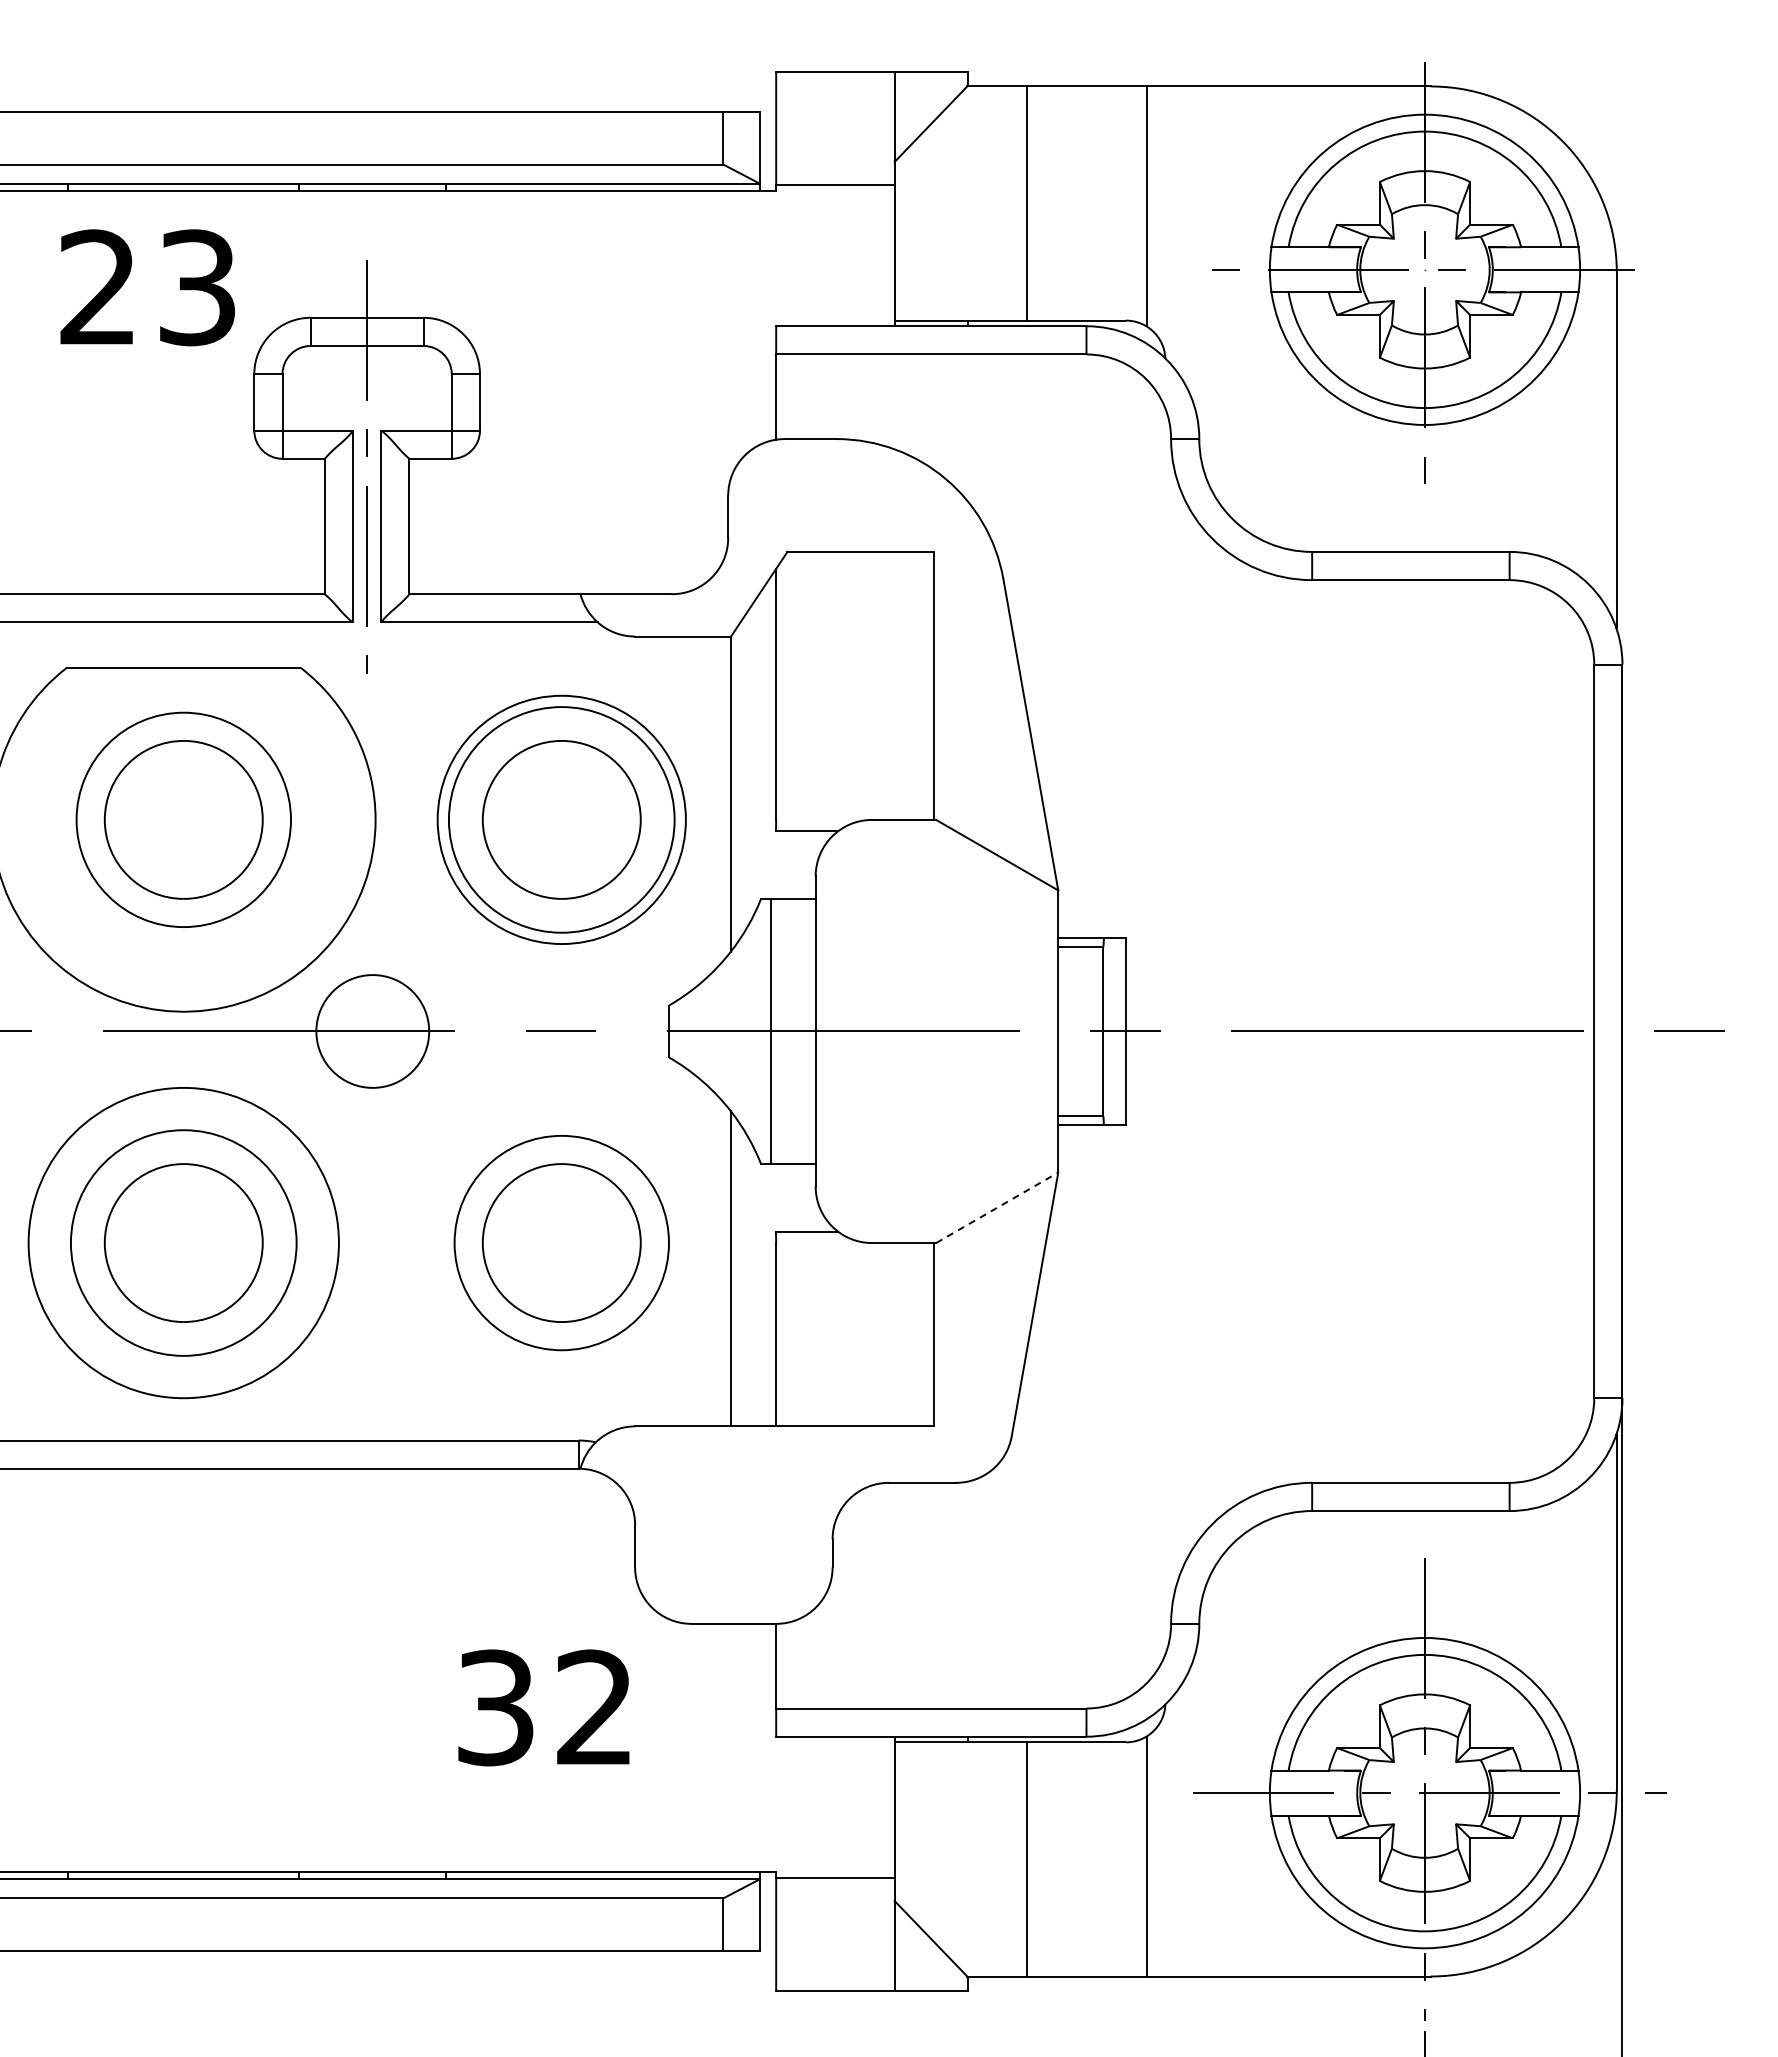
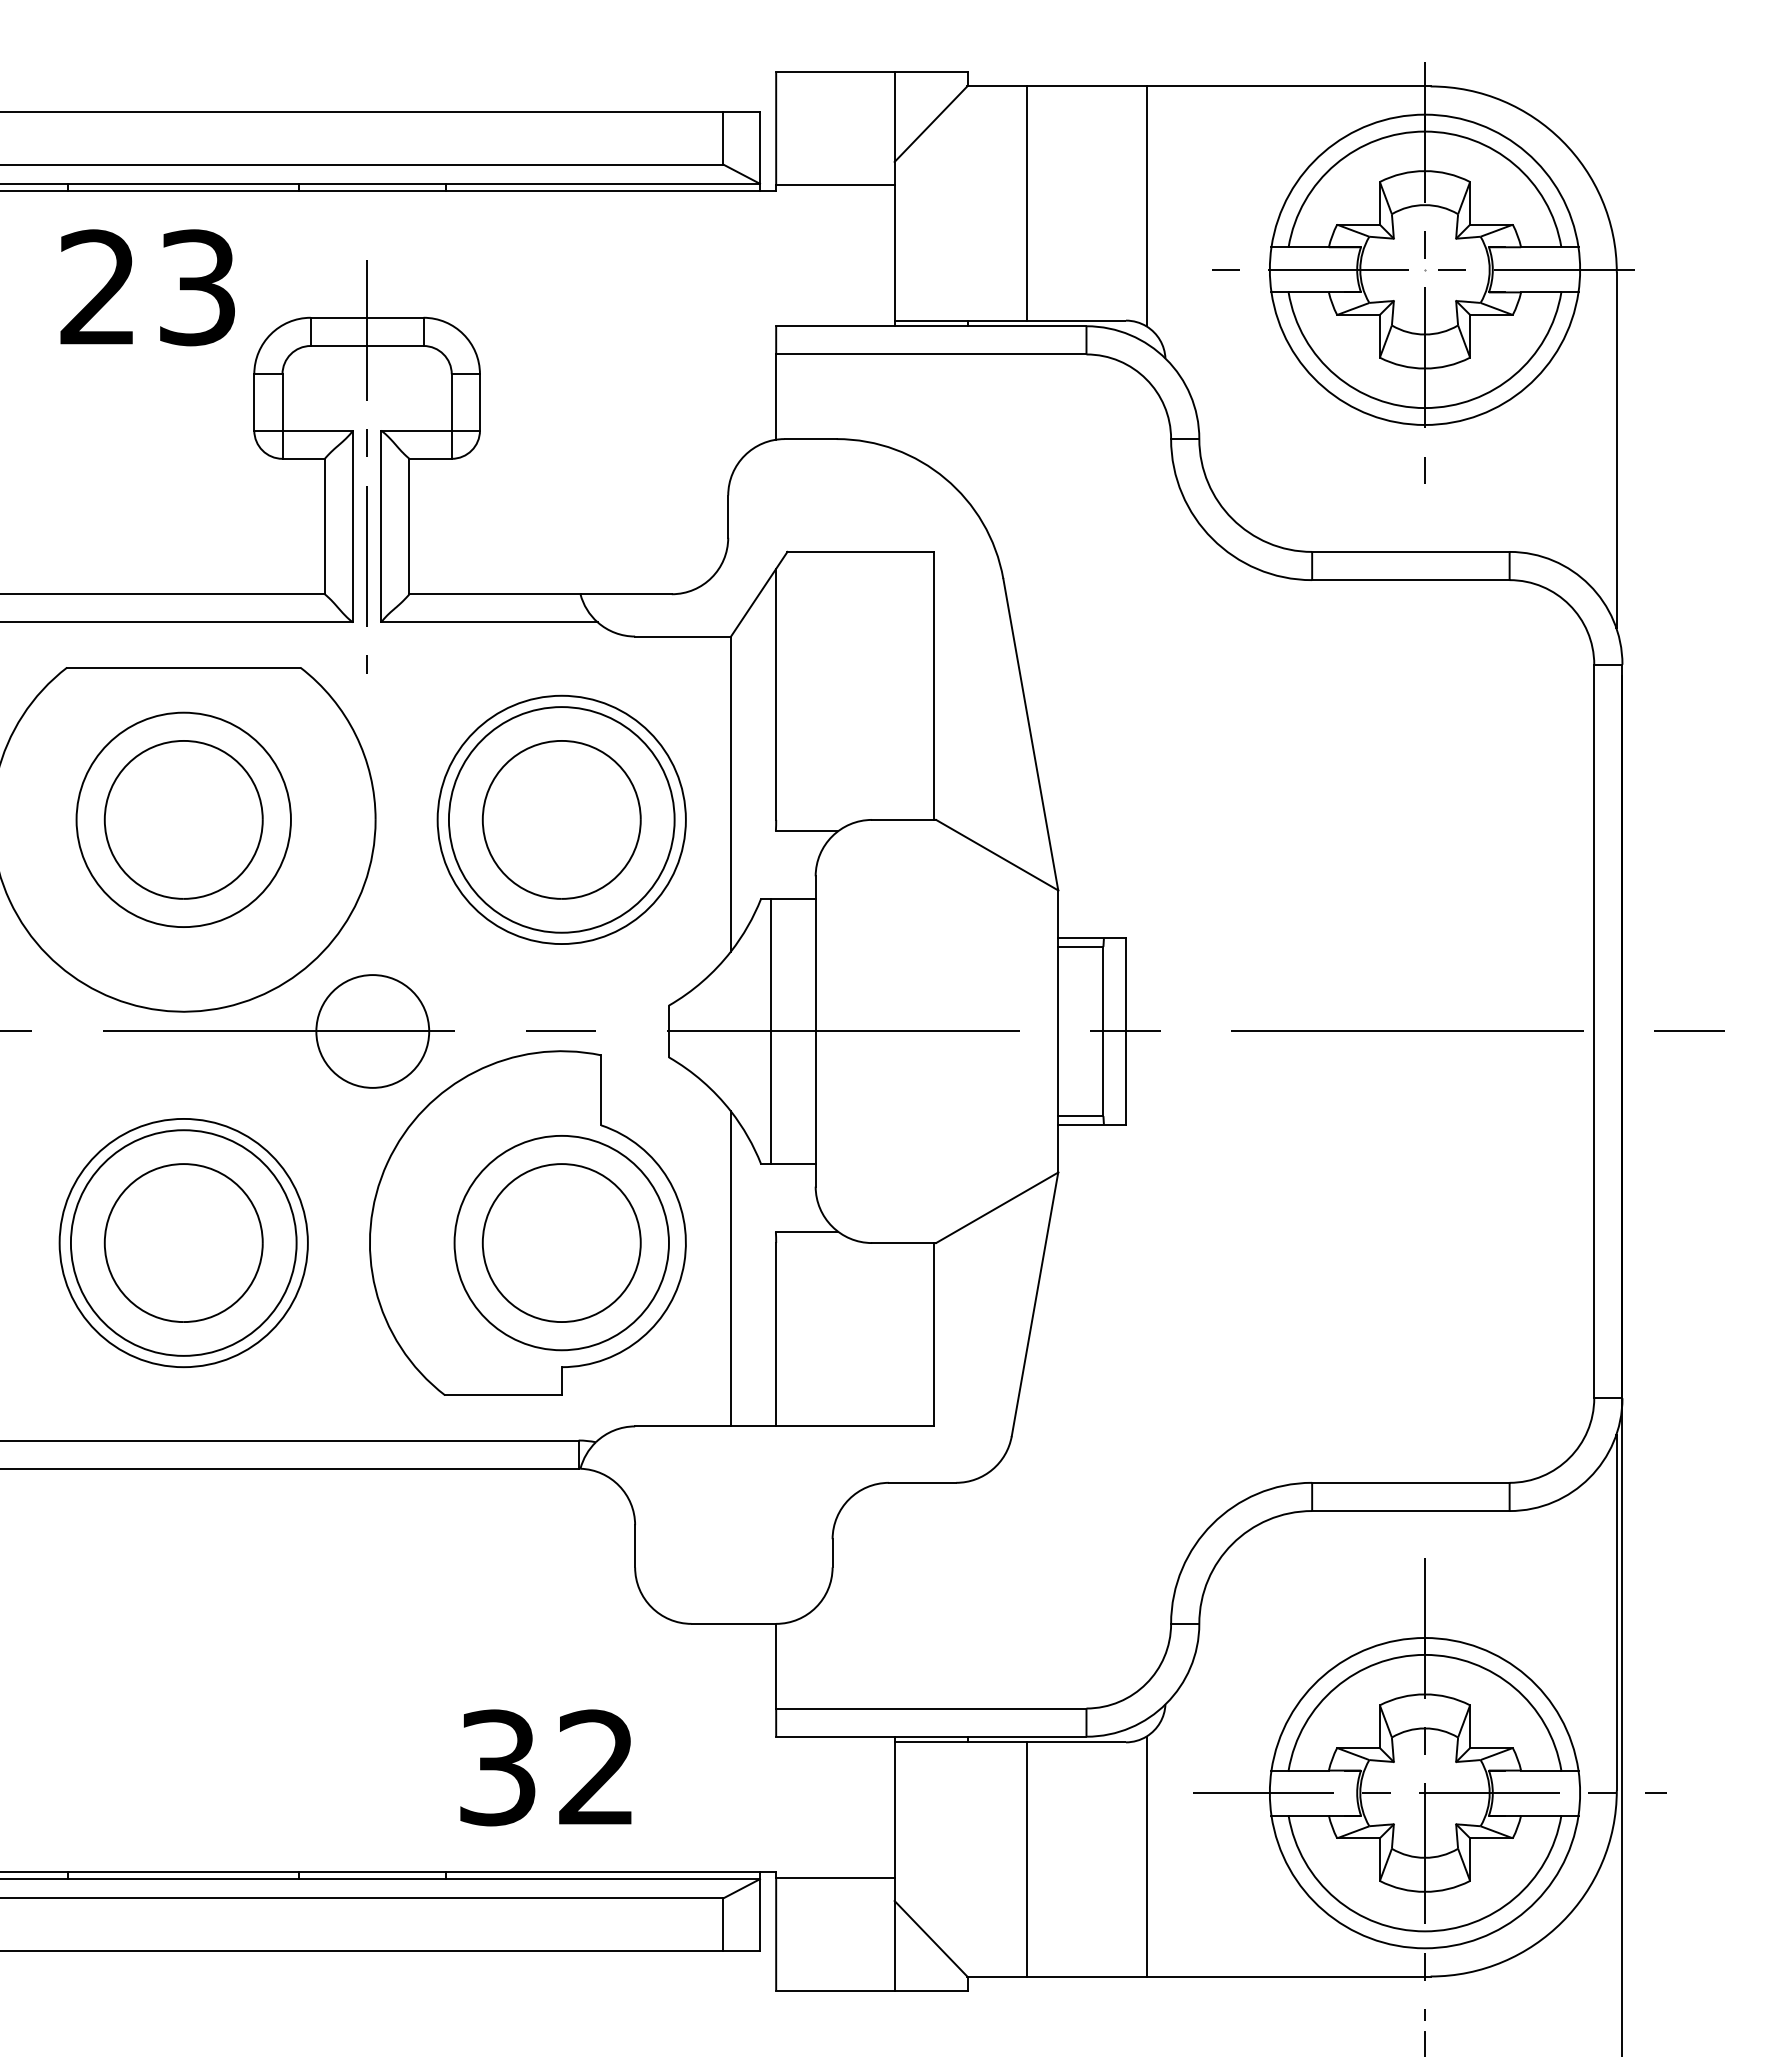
line at (997, 1207): dashed -> solid
part at (527, 1222): none -> present
circle at (183, 1242) diameter: 310 px -> 248 px
text at (543, 1707) position: (543, 1707) -> (545, 1767)
